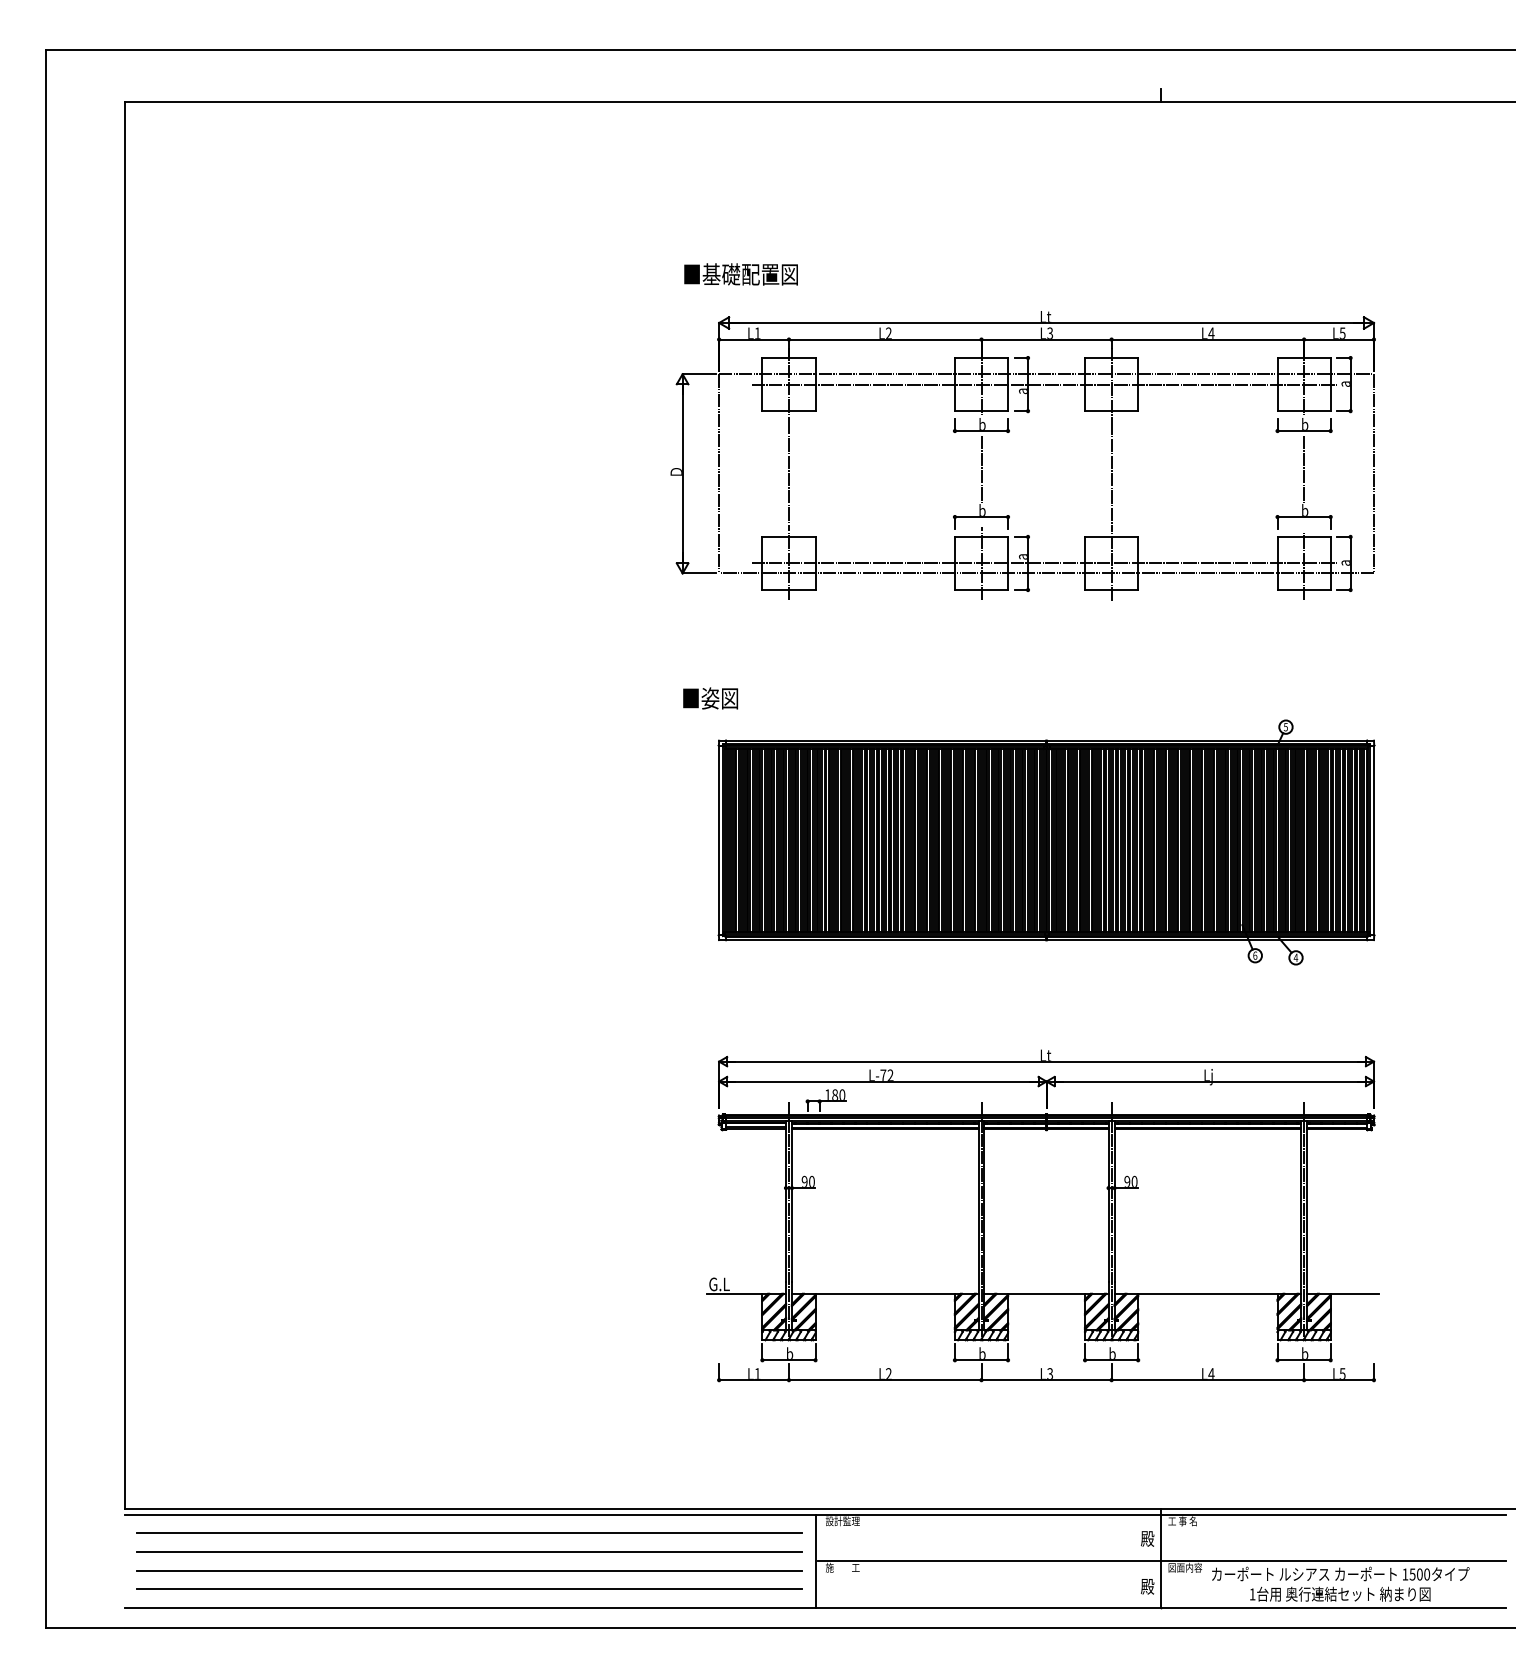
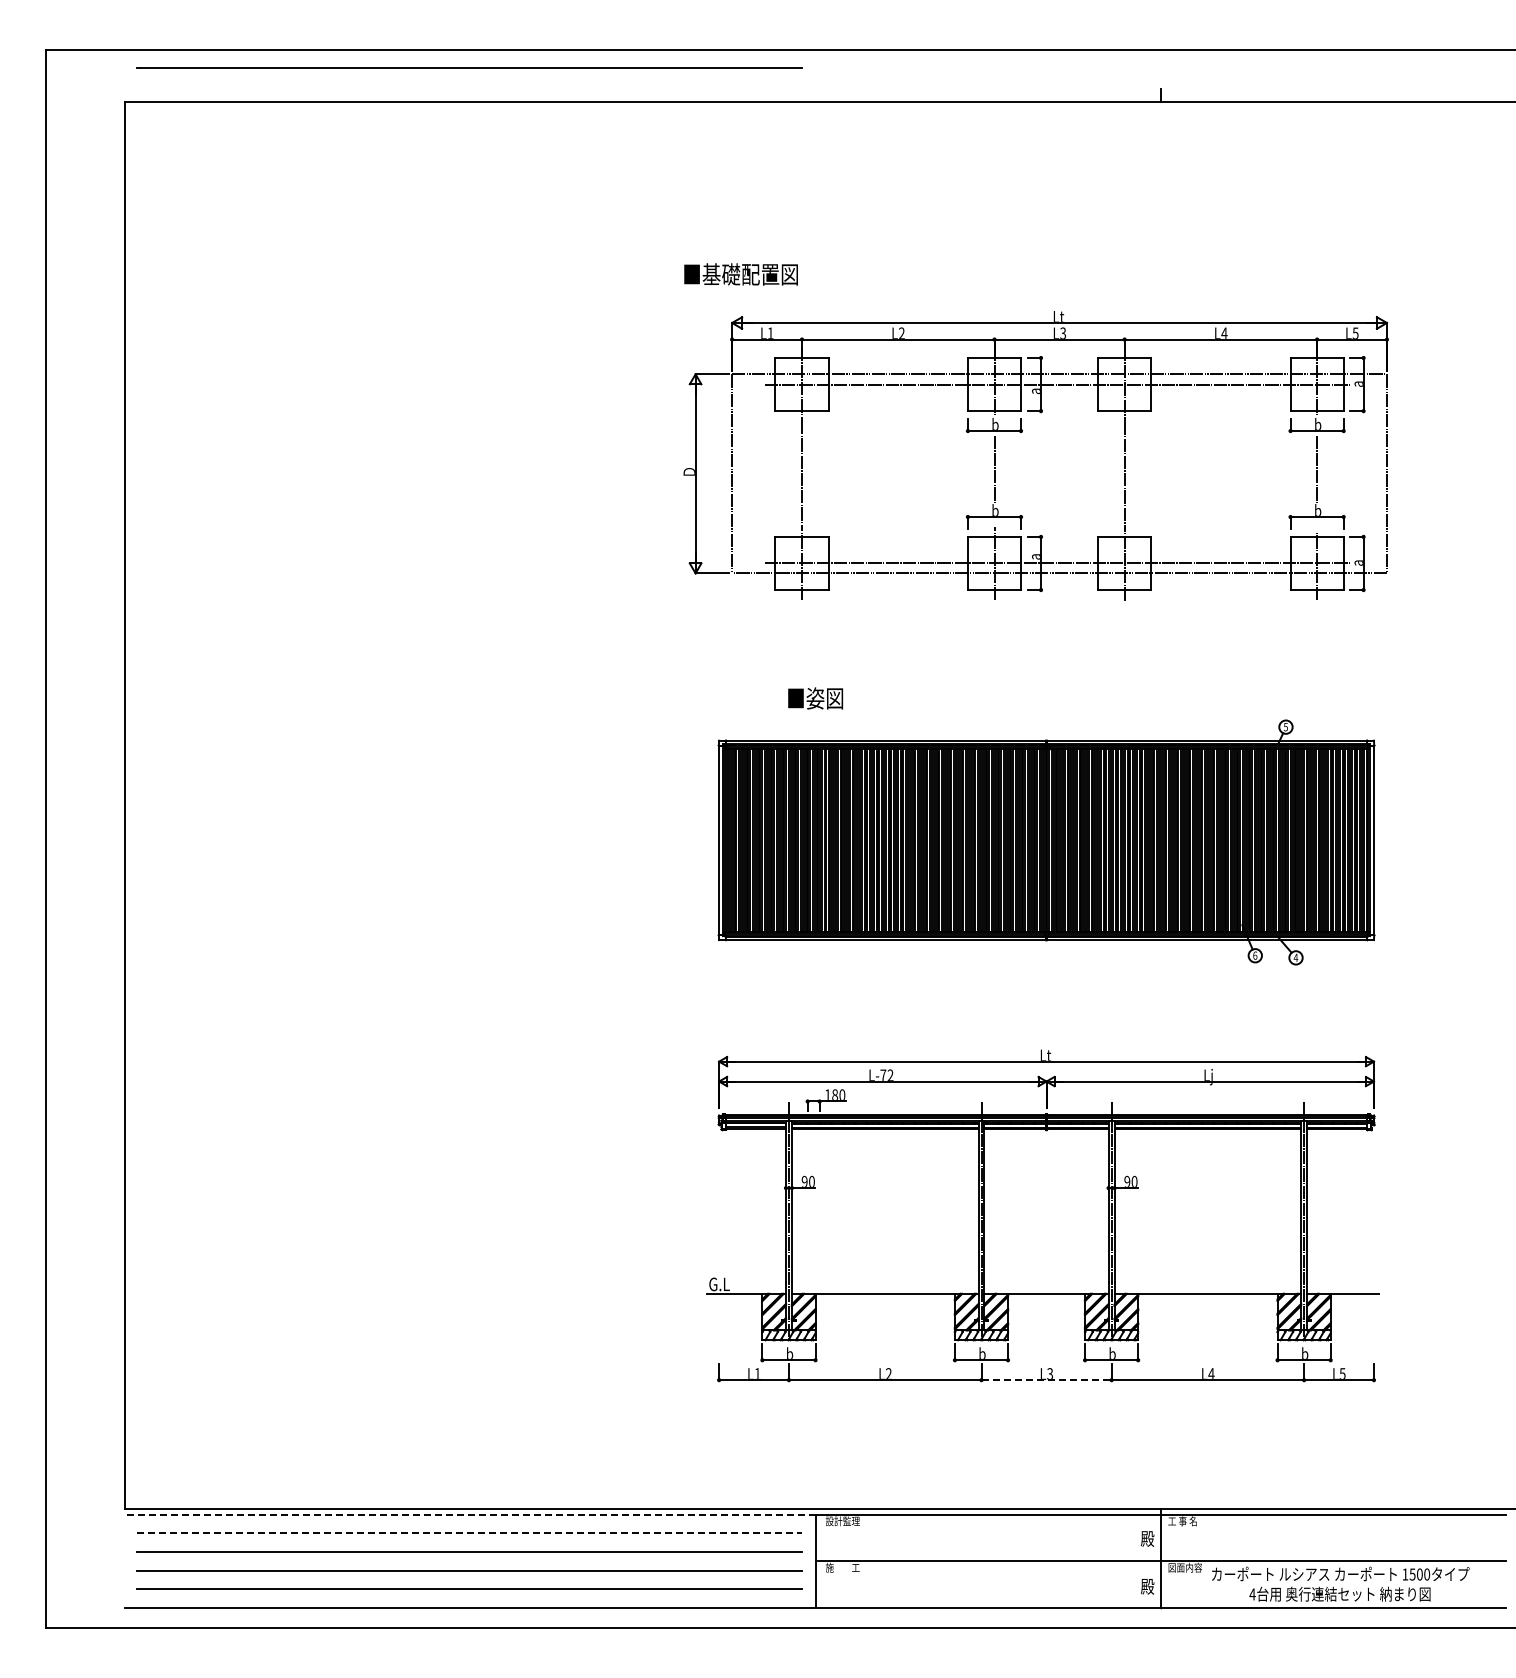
line at (469, 67): none -> present
part at (1009, 432) position: (1009, 432) -> (1022, 432)
text at (710, 698) position: (710, 698) -> (815, 698)
line at (1047, 1380): solid -> dashed
line at (469, 1514): solid -> dashed
line at (469, 1533): solid -> dashed
text at (1252, 1594): 1 -> 4
